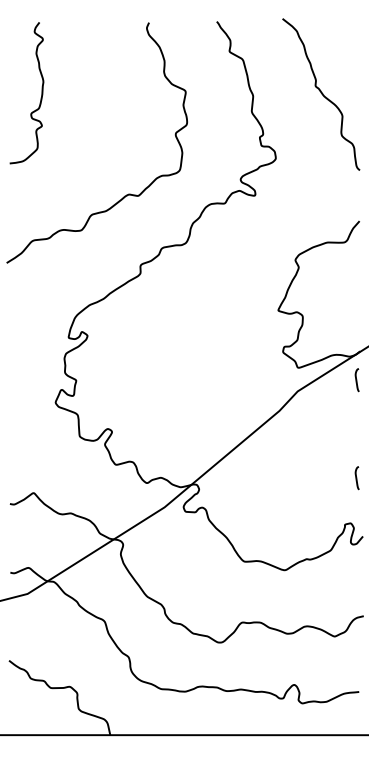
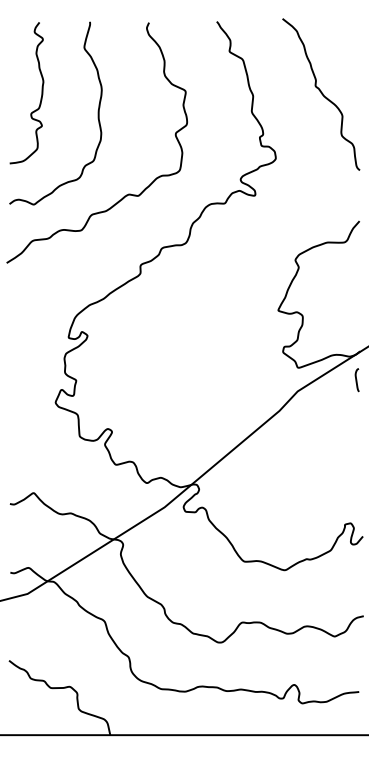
curve at (97, 113): none -> present
curve at (356, 478): present -> none
